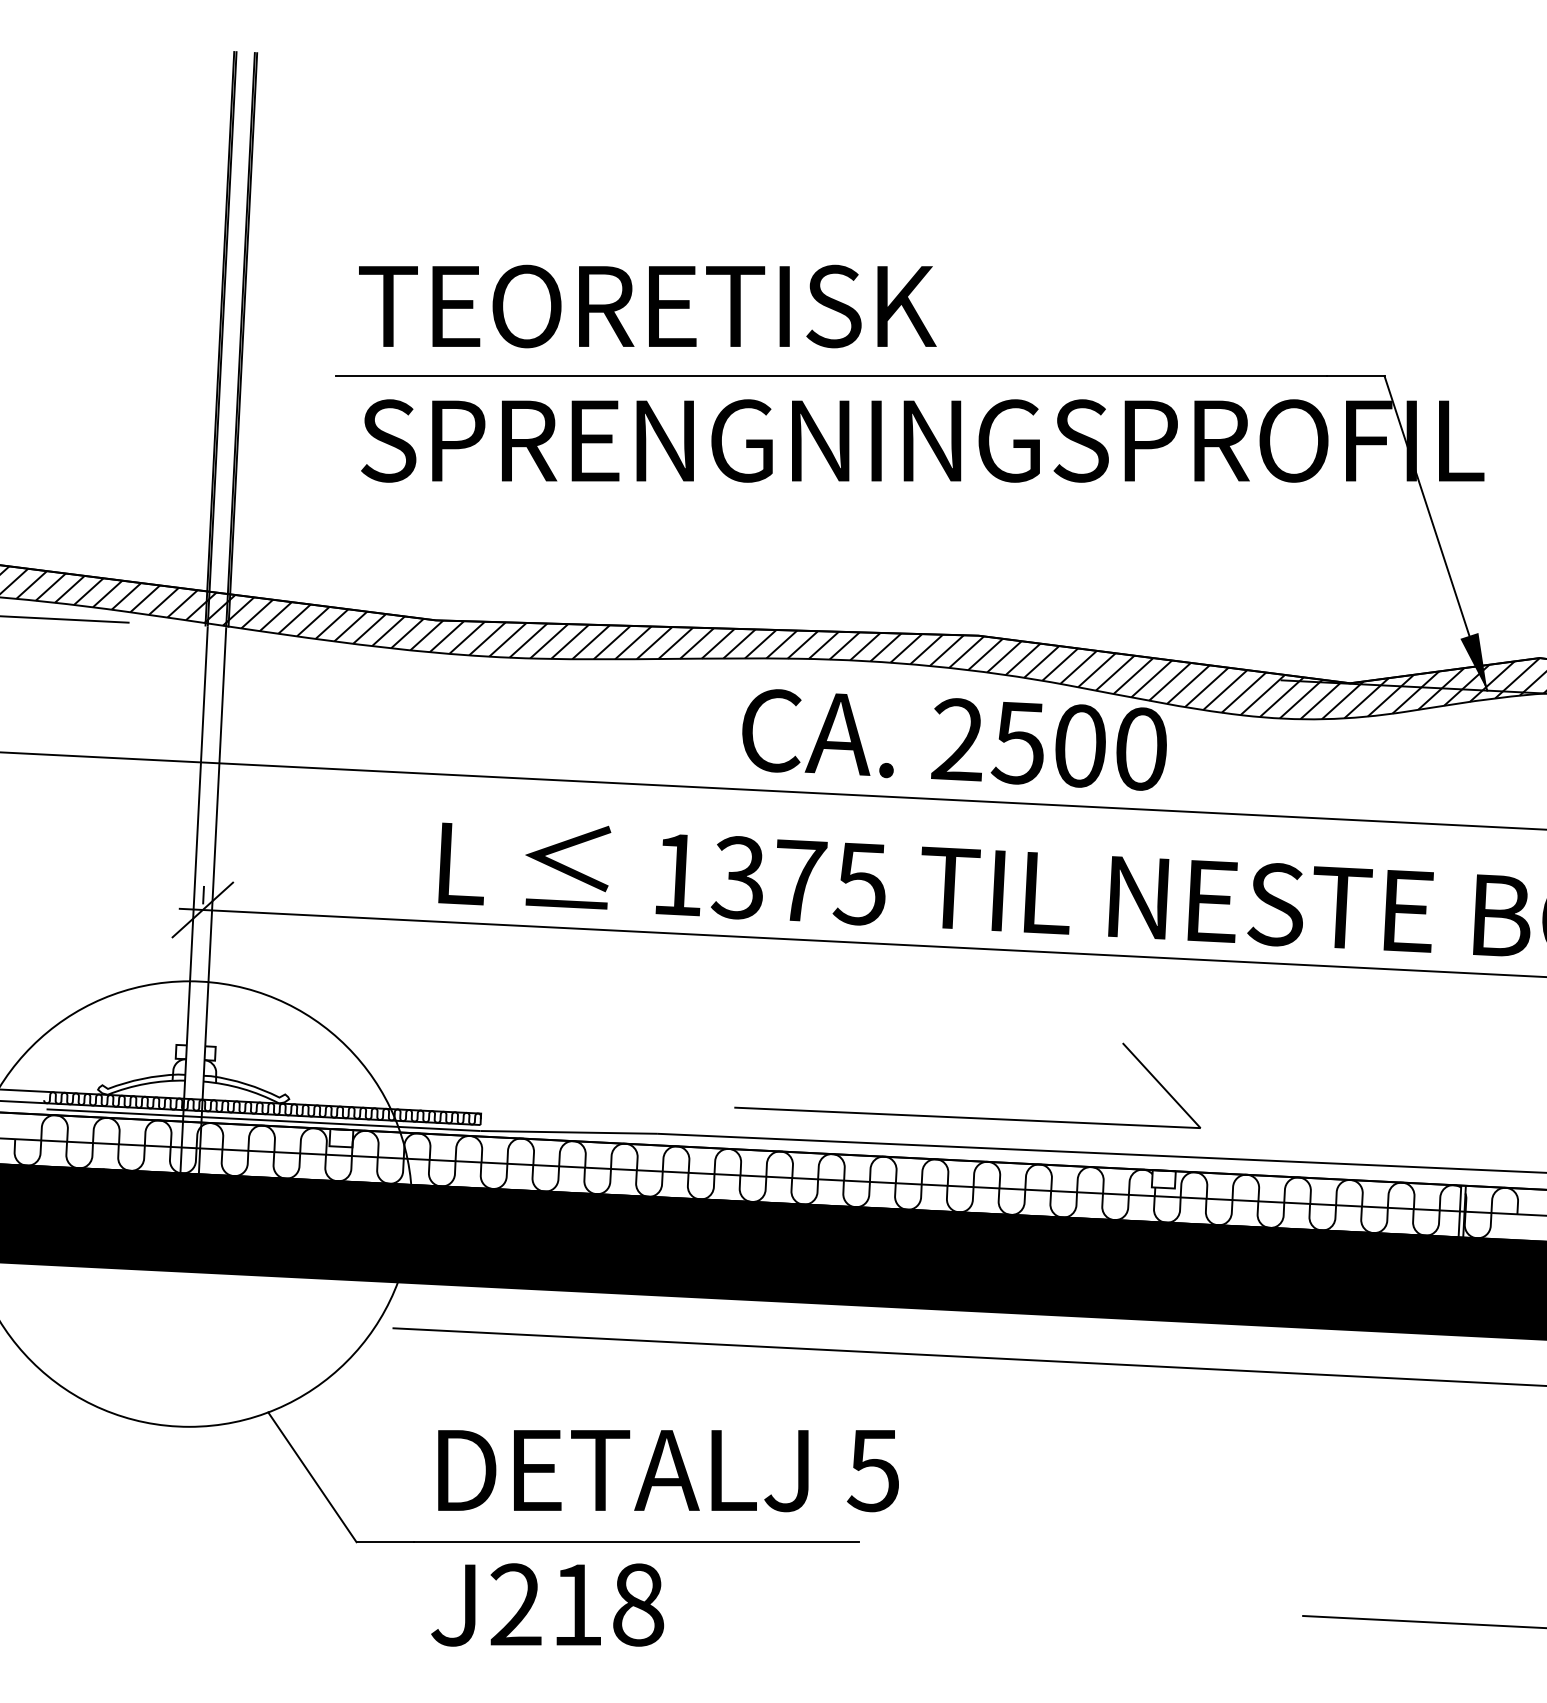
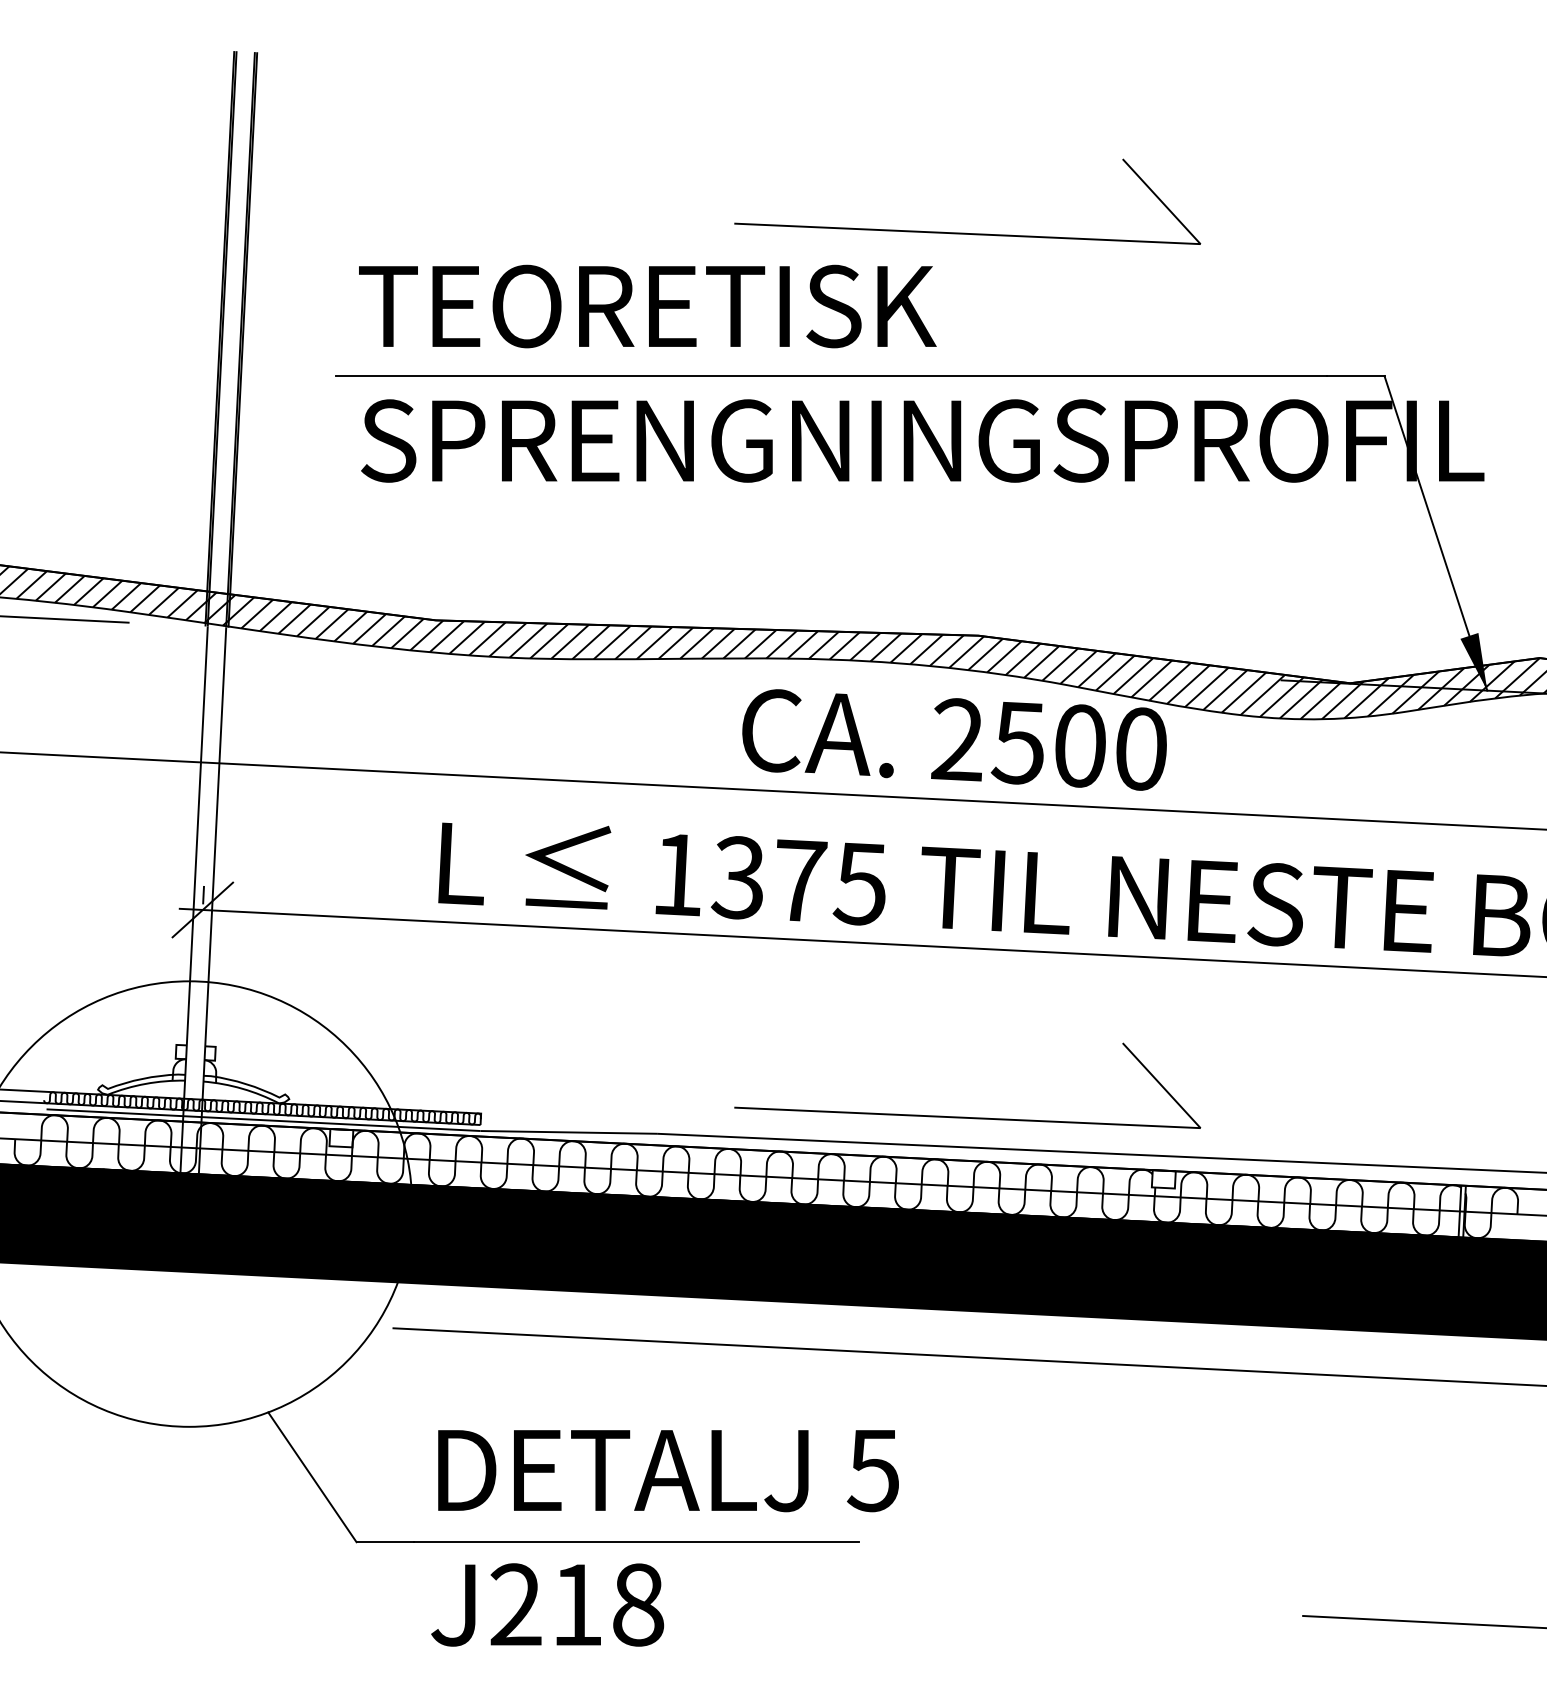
part at (965, 232): none -> present
